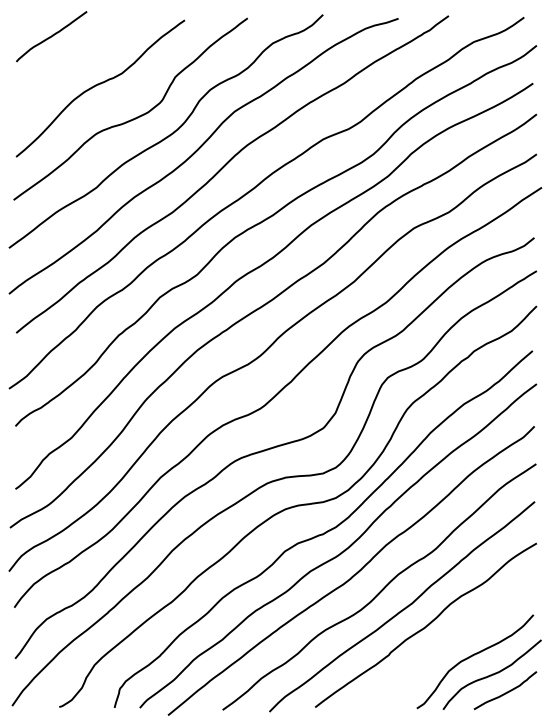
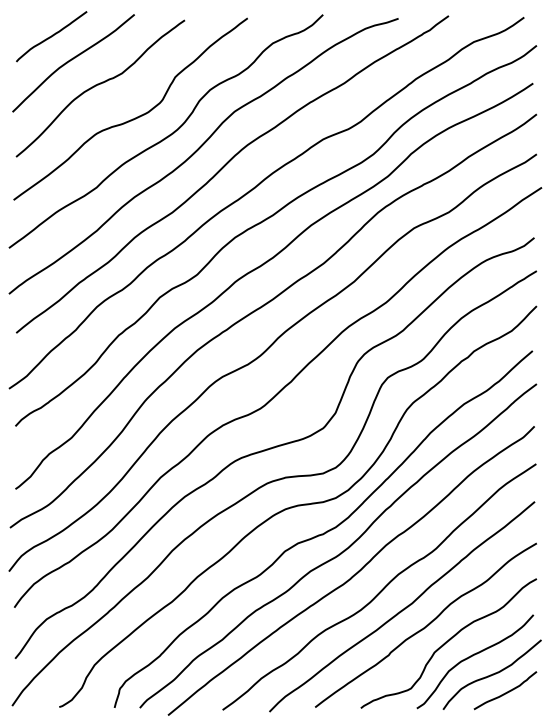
curve at (72, 60): none -> present
curve at (447, 642): none -> present
